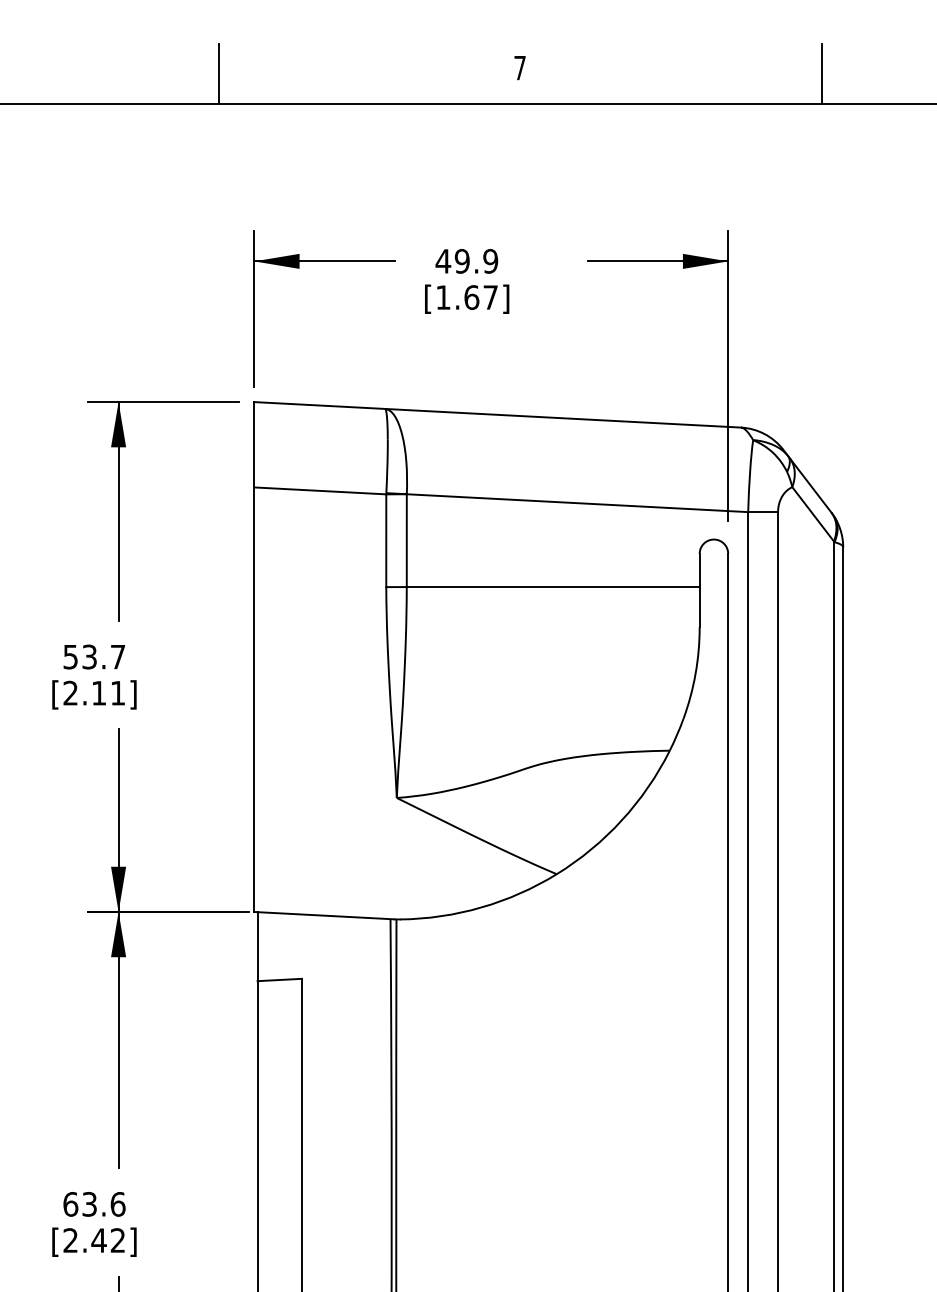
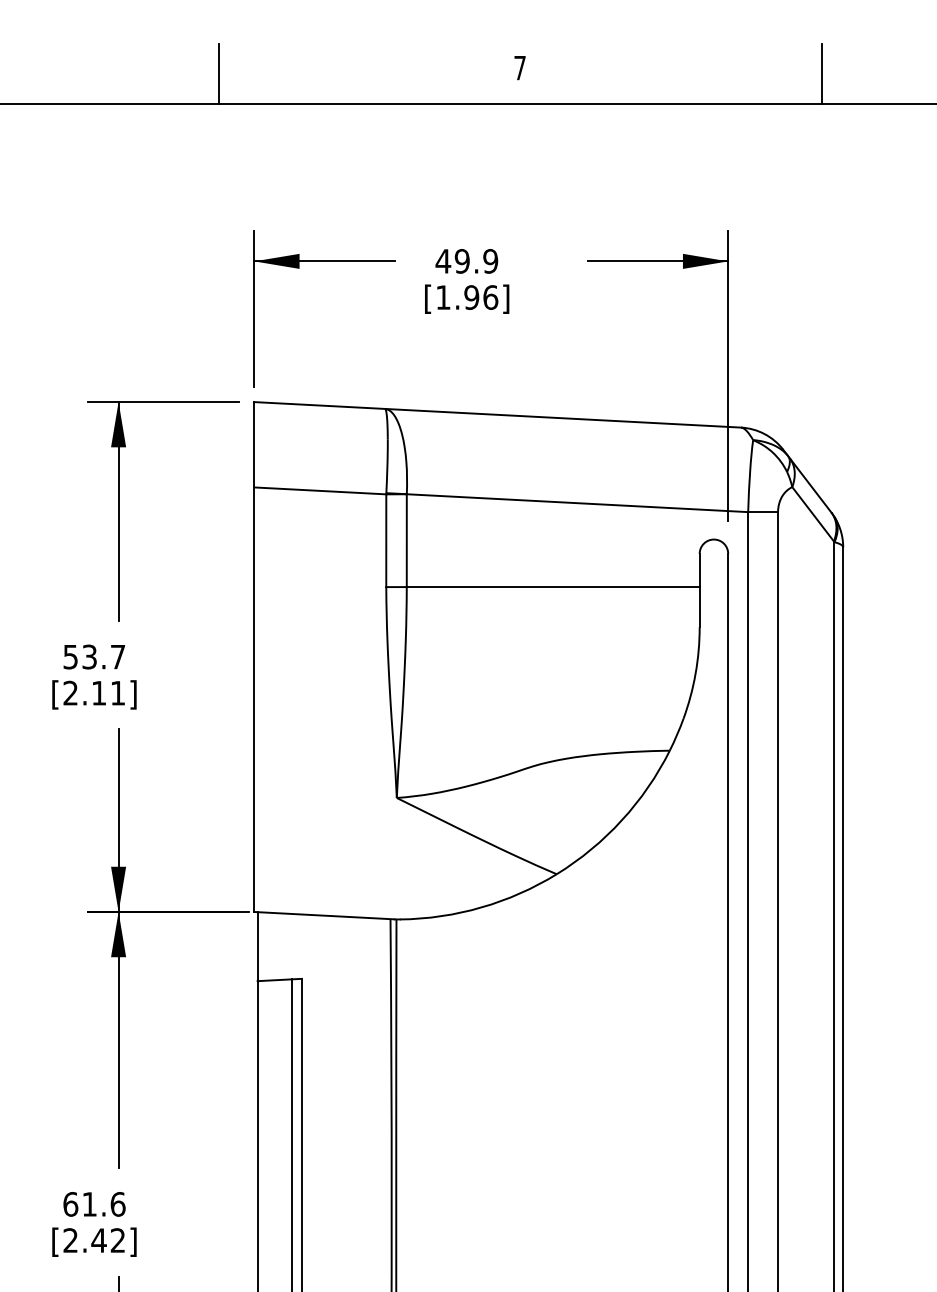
text at (481, 297): [1.67] -> [1.96]
line at (291, 1133): none -> present
text at (89, 1204): 63.6 -> 61.6
